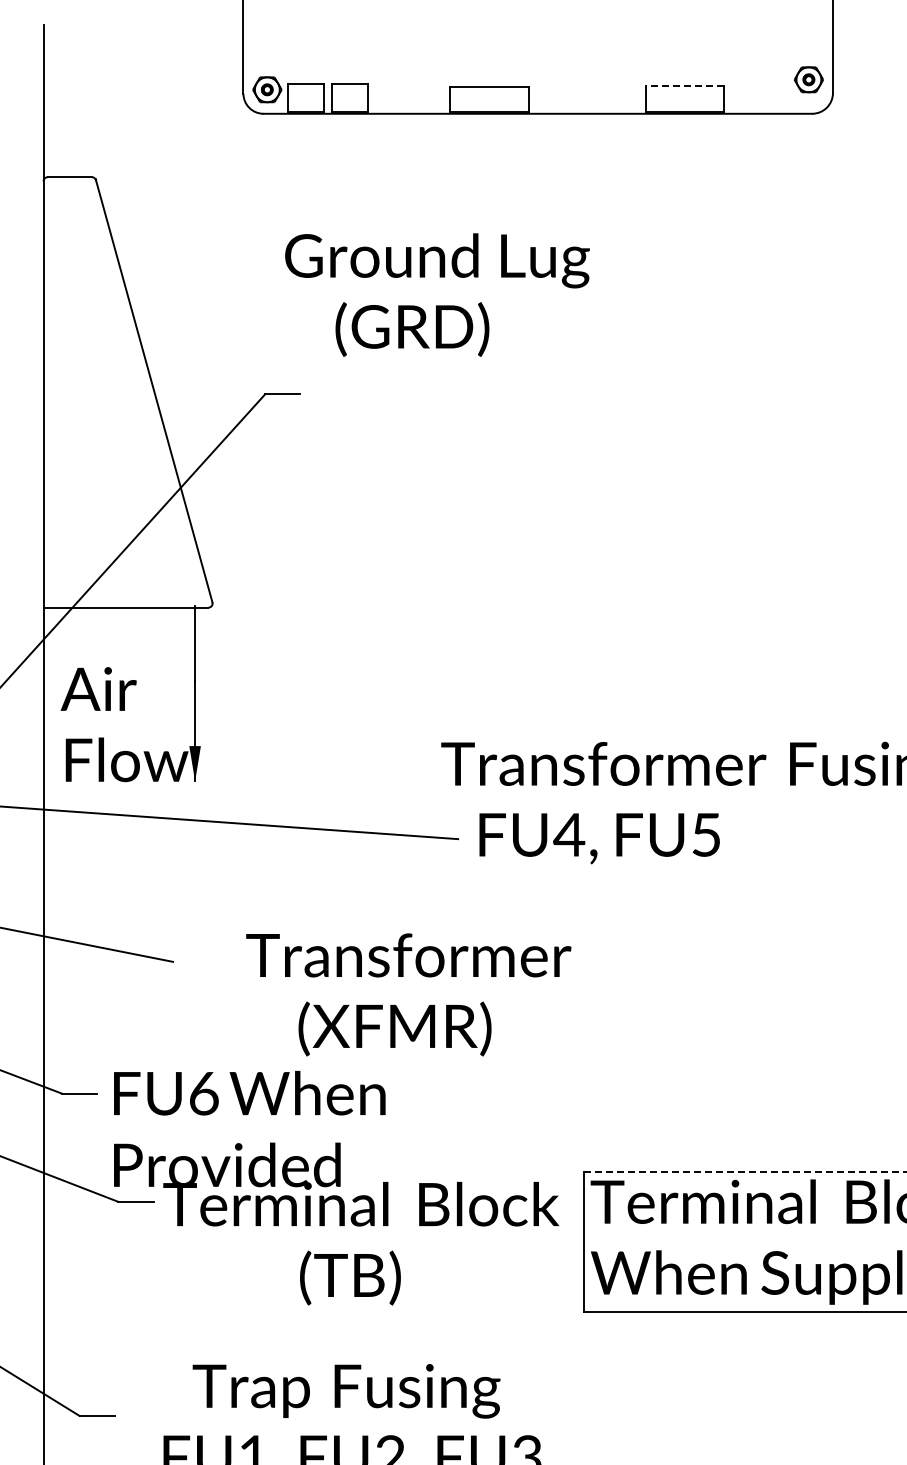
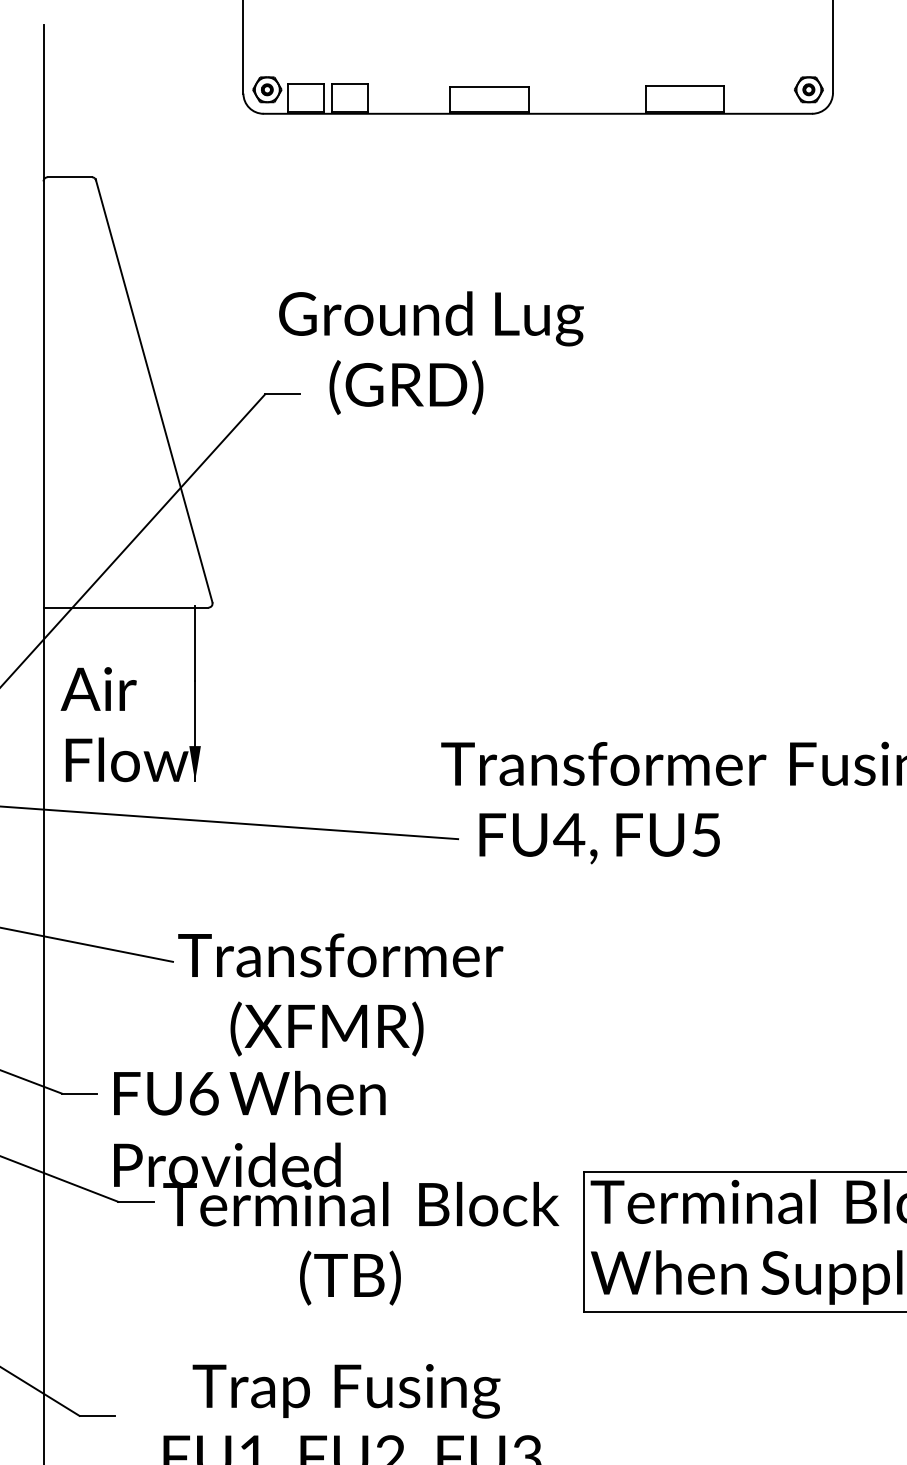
part at (808, 79) position: (808, 79) -> (808, 89)
line at (684, 86): dashed -> solid
text at (437, 294) position: (437, 294) -> (431, 352)
text at (408, 994) position: (408, 994) -> (340, 994)
line at (745, 1172): dashed -> solid
